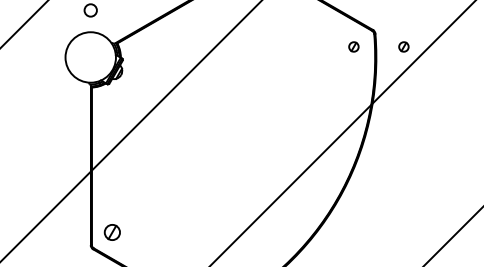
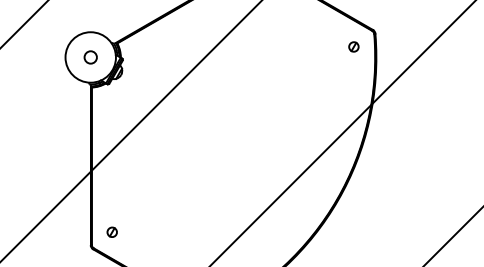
circle at (90, 10) position: (90, 10) -> (90, 57)
part at (403, 46): present -> none
part at (111, 232) size: 18x17 px -> 12x12 px
